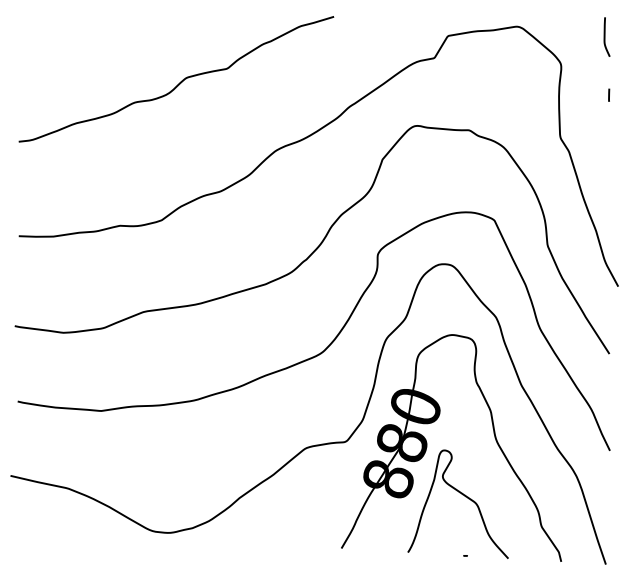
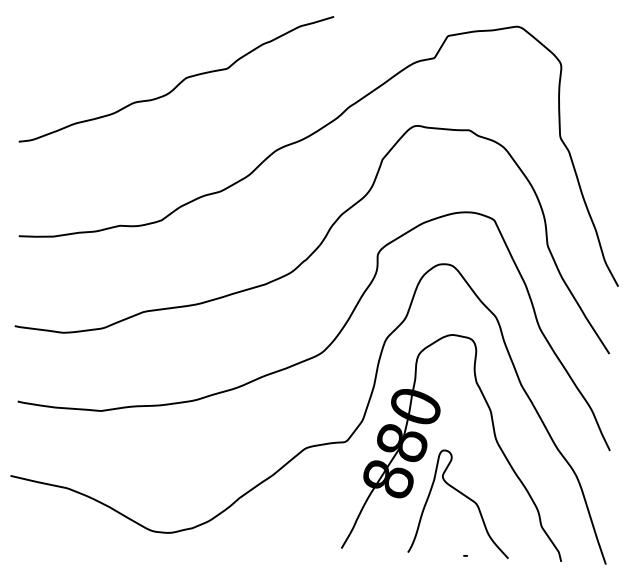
curve at (605, 36): present -> none
line at (609, 94): present -> none
